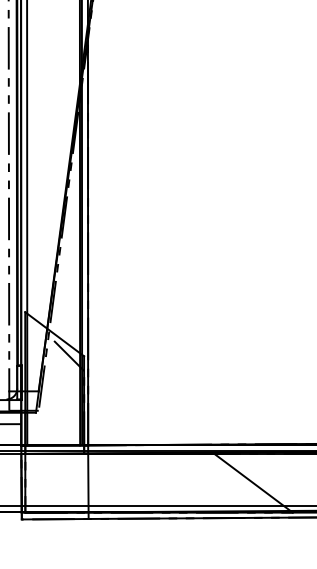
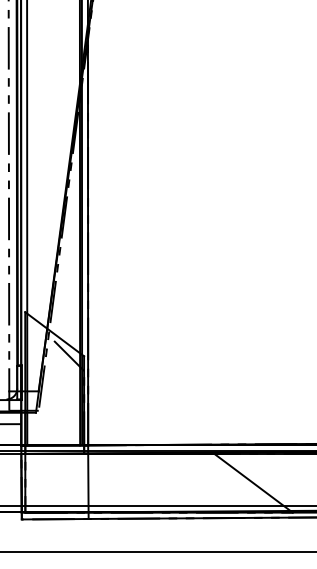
line at (157, 551): none -> present
